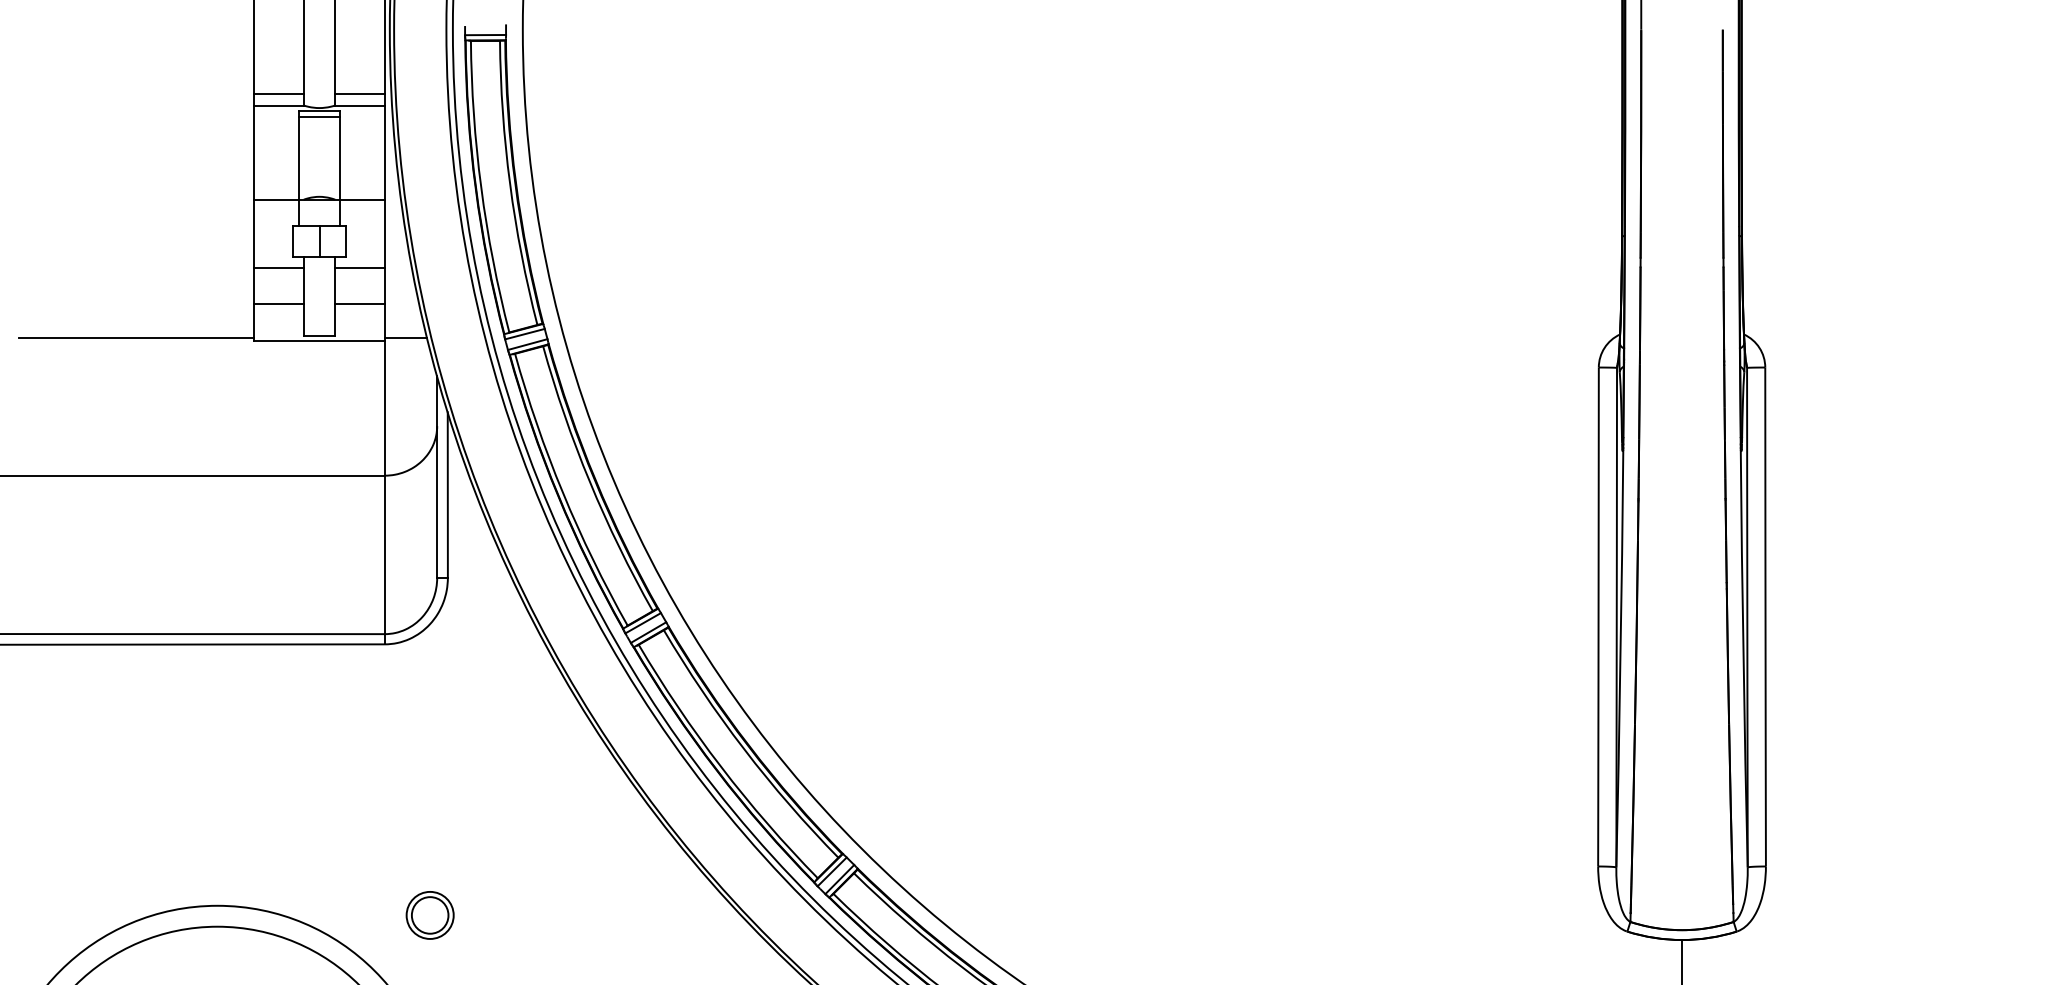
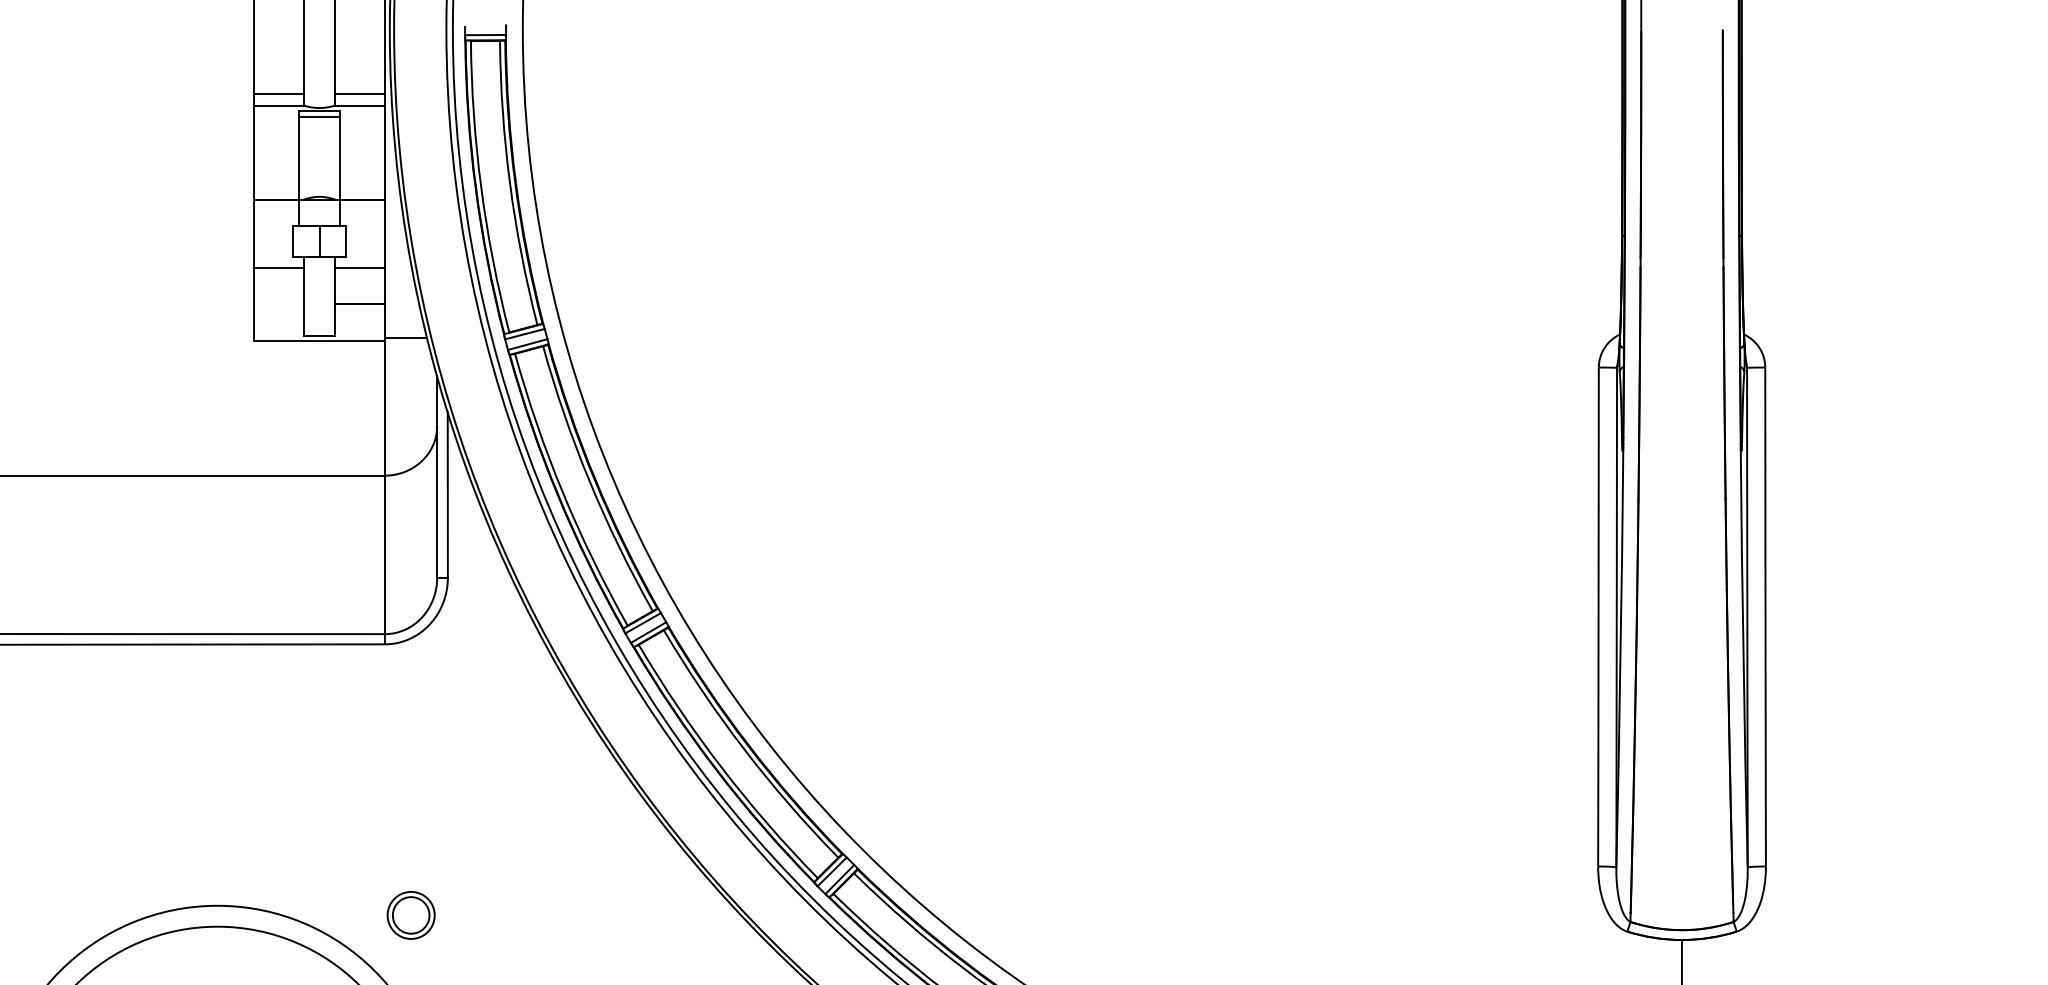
line at (278, 303): present -> none
line at (136, 338): present -> none
part at (429, 915) position: (429, 915) -> (410, 915)
